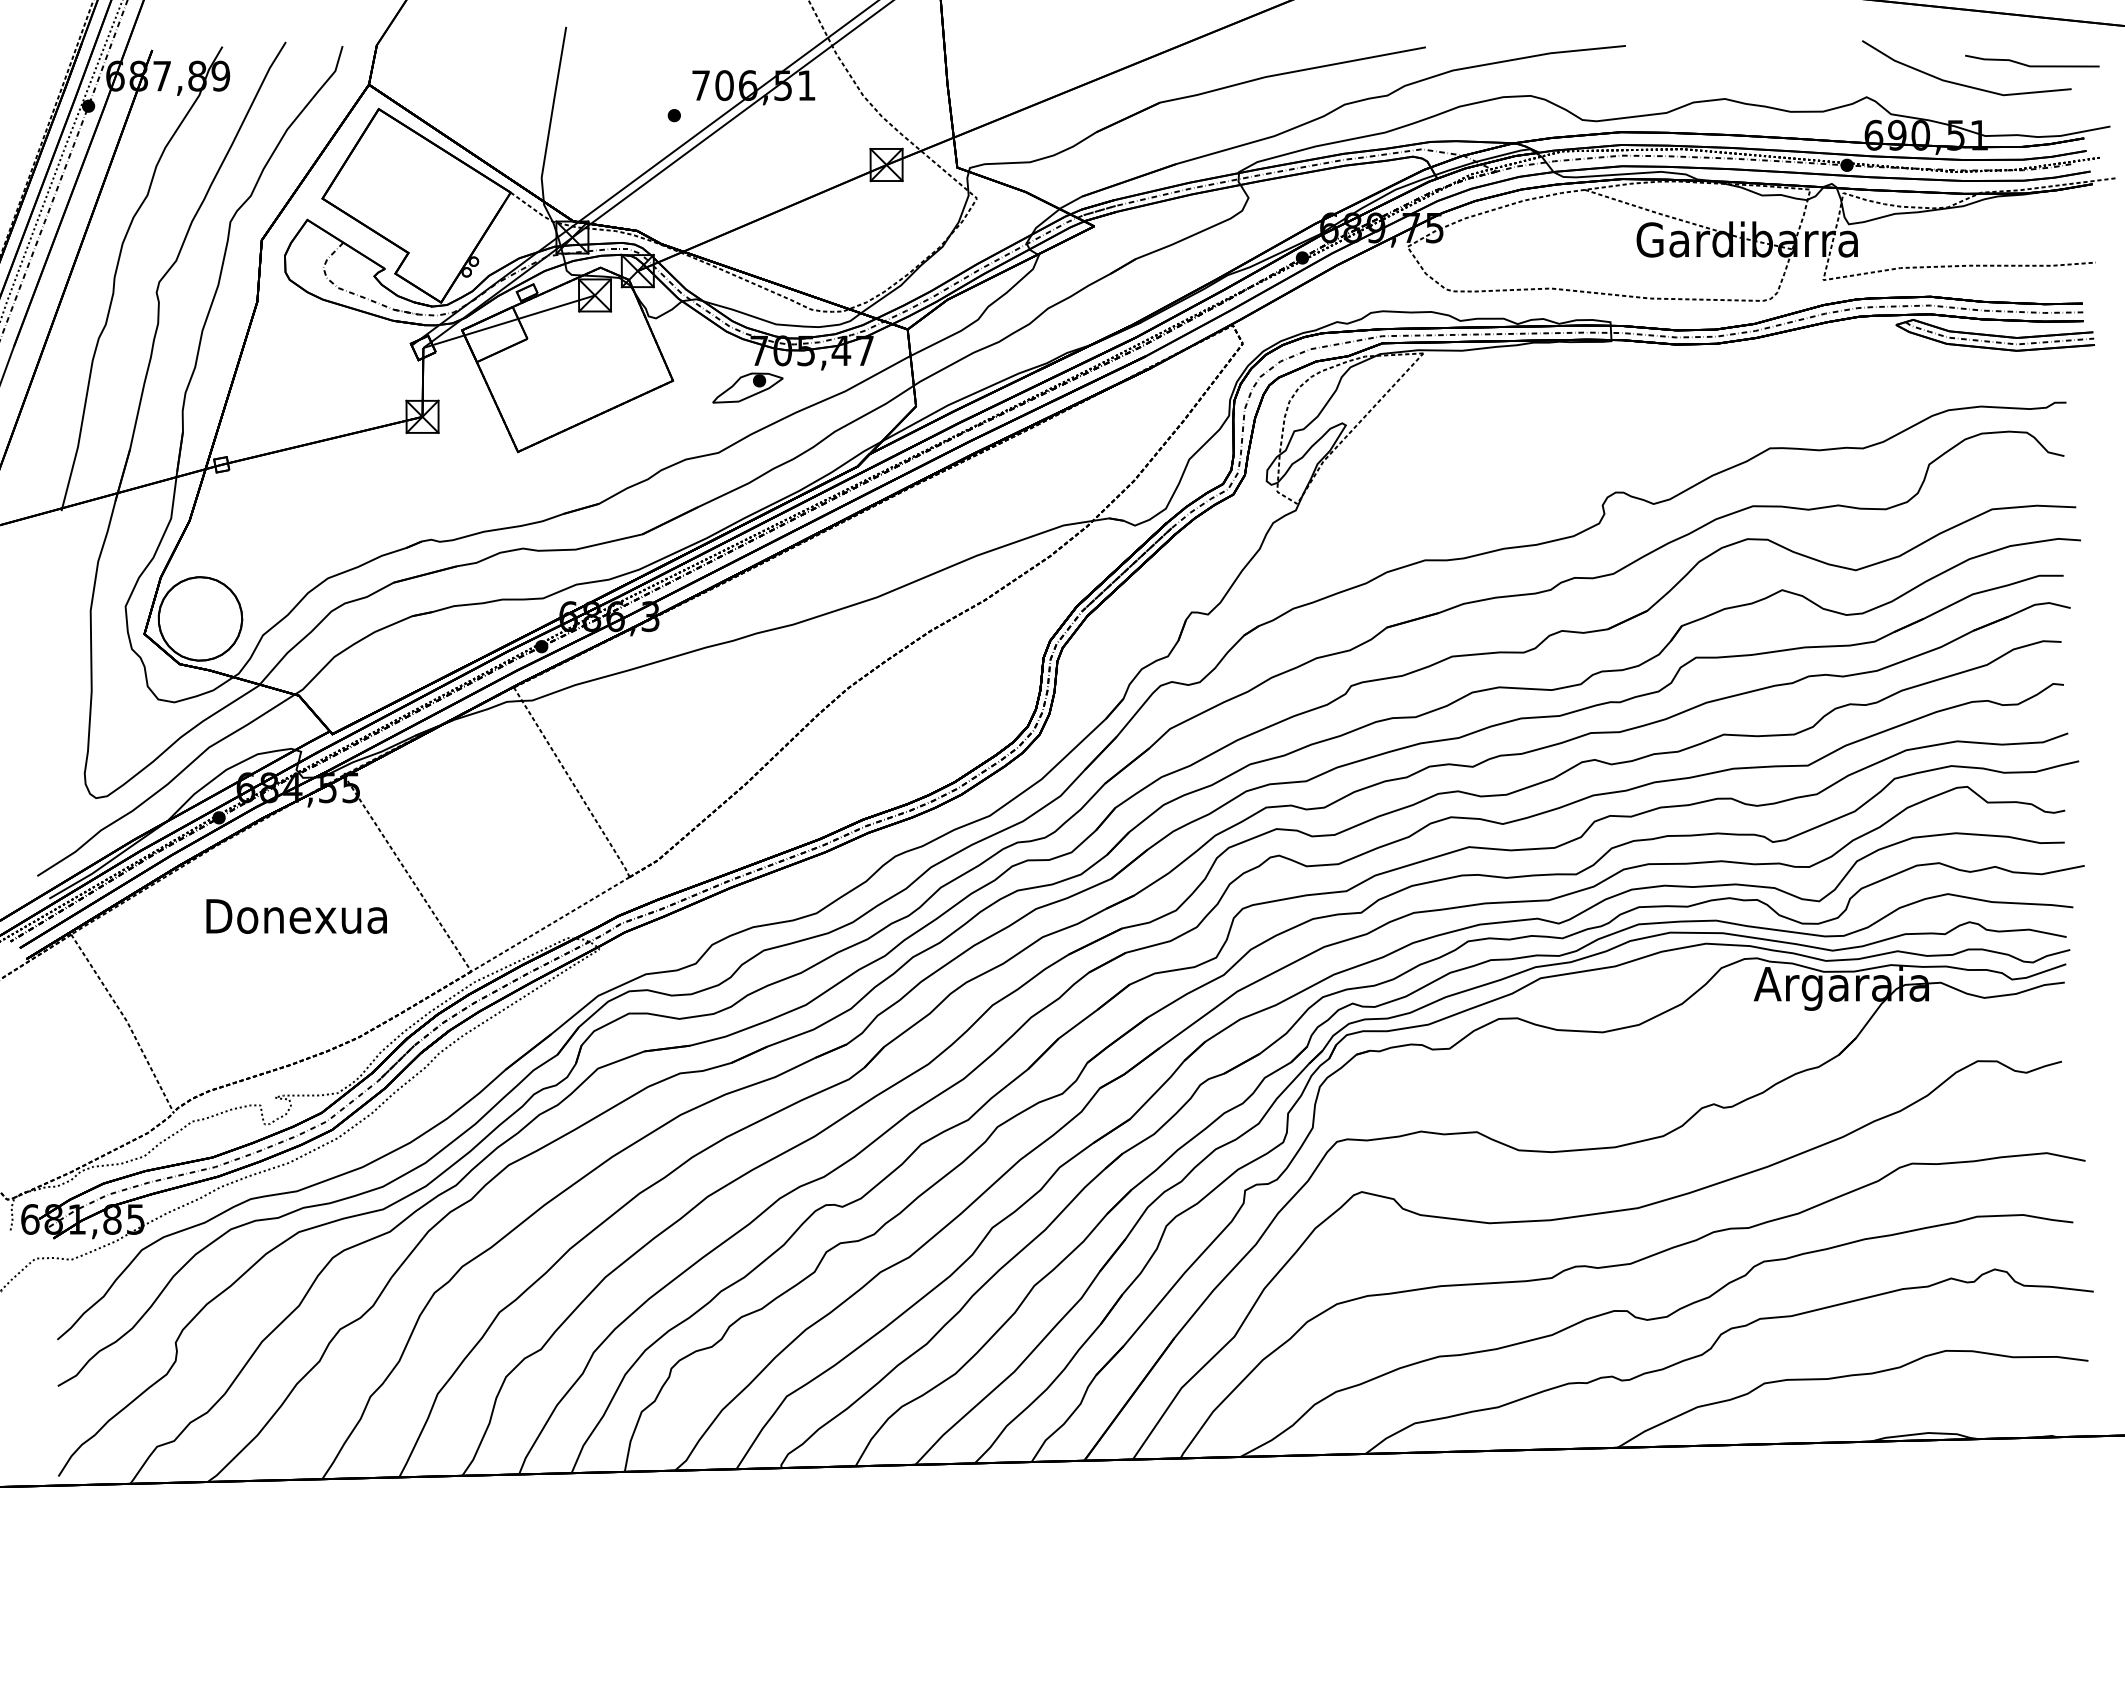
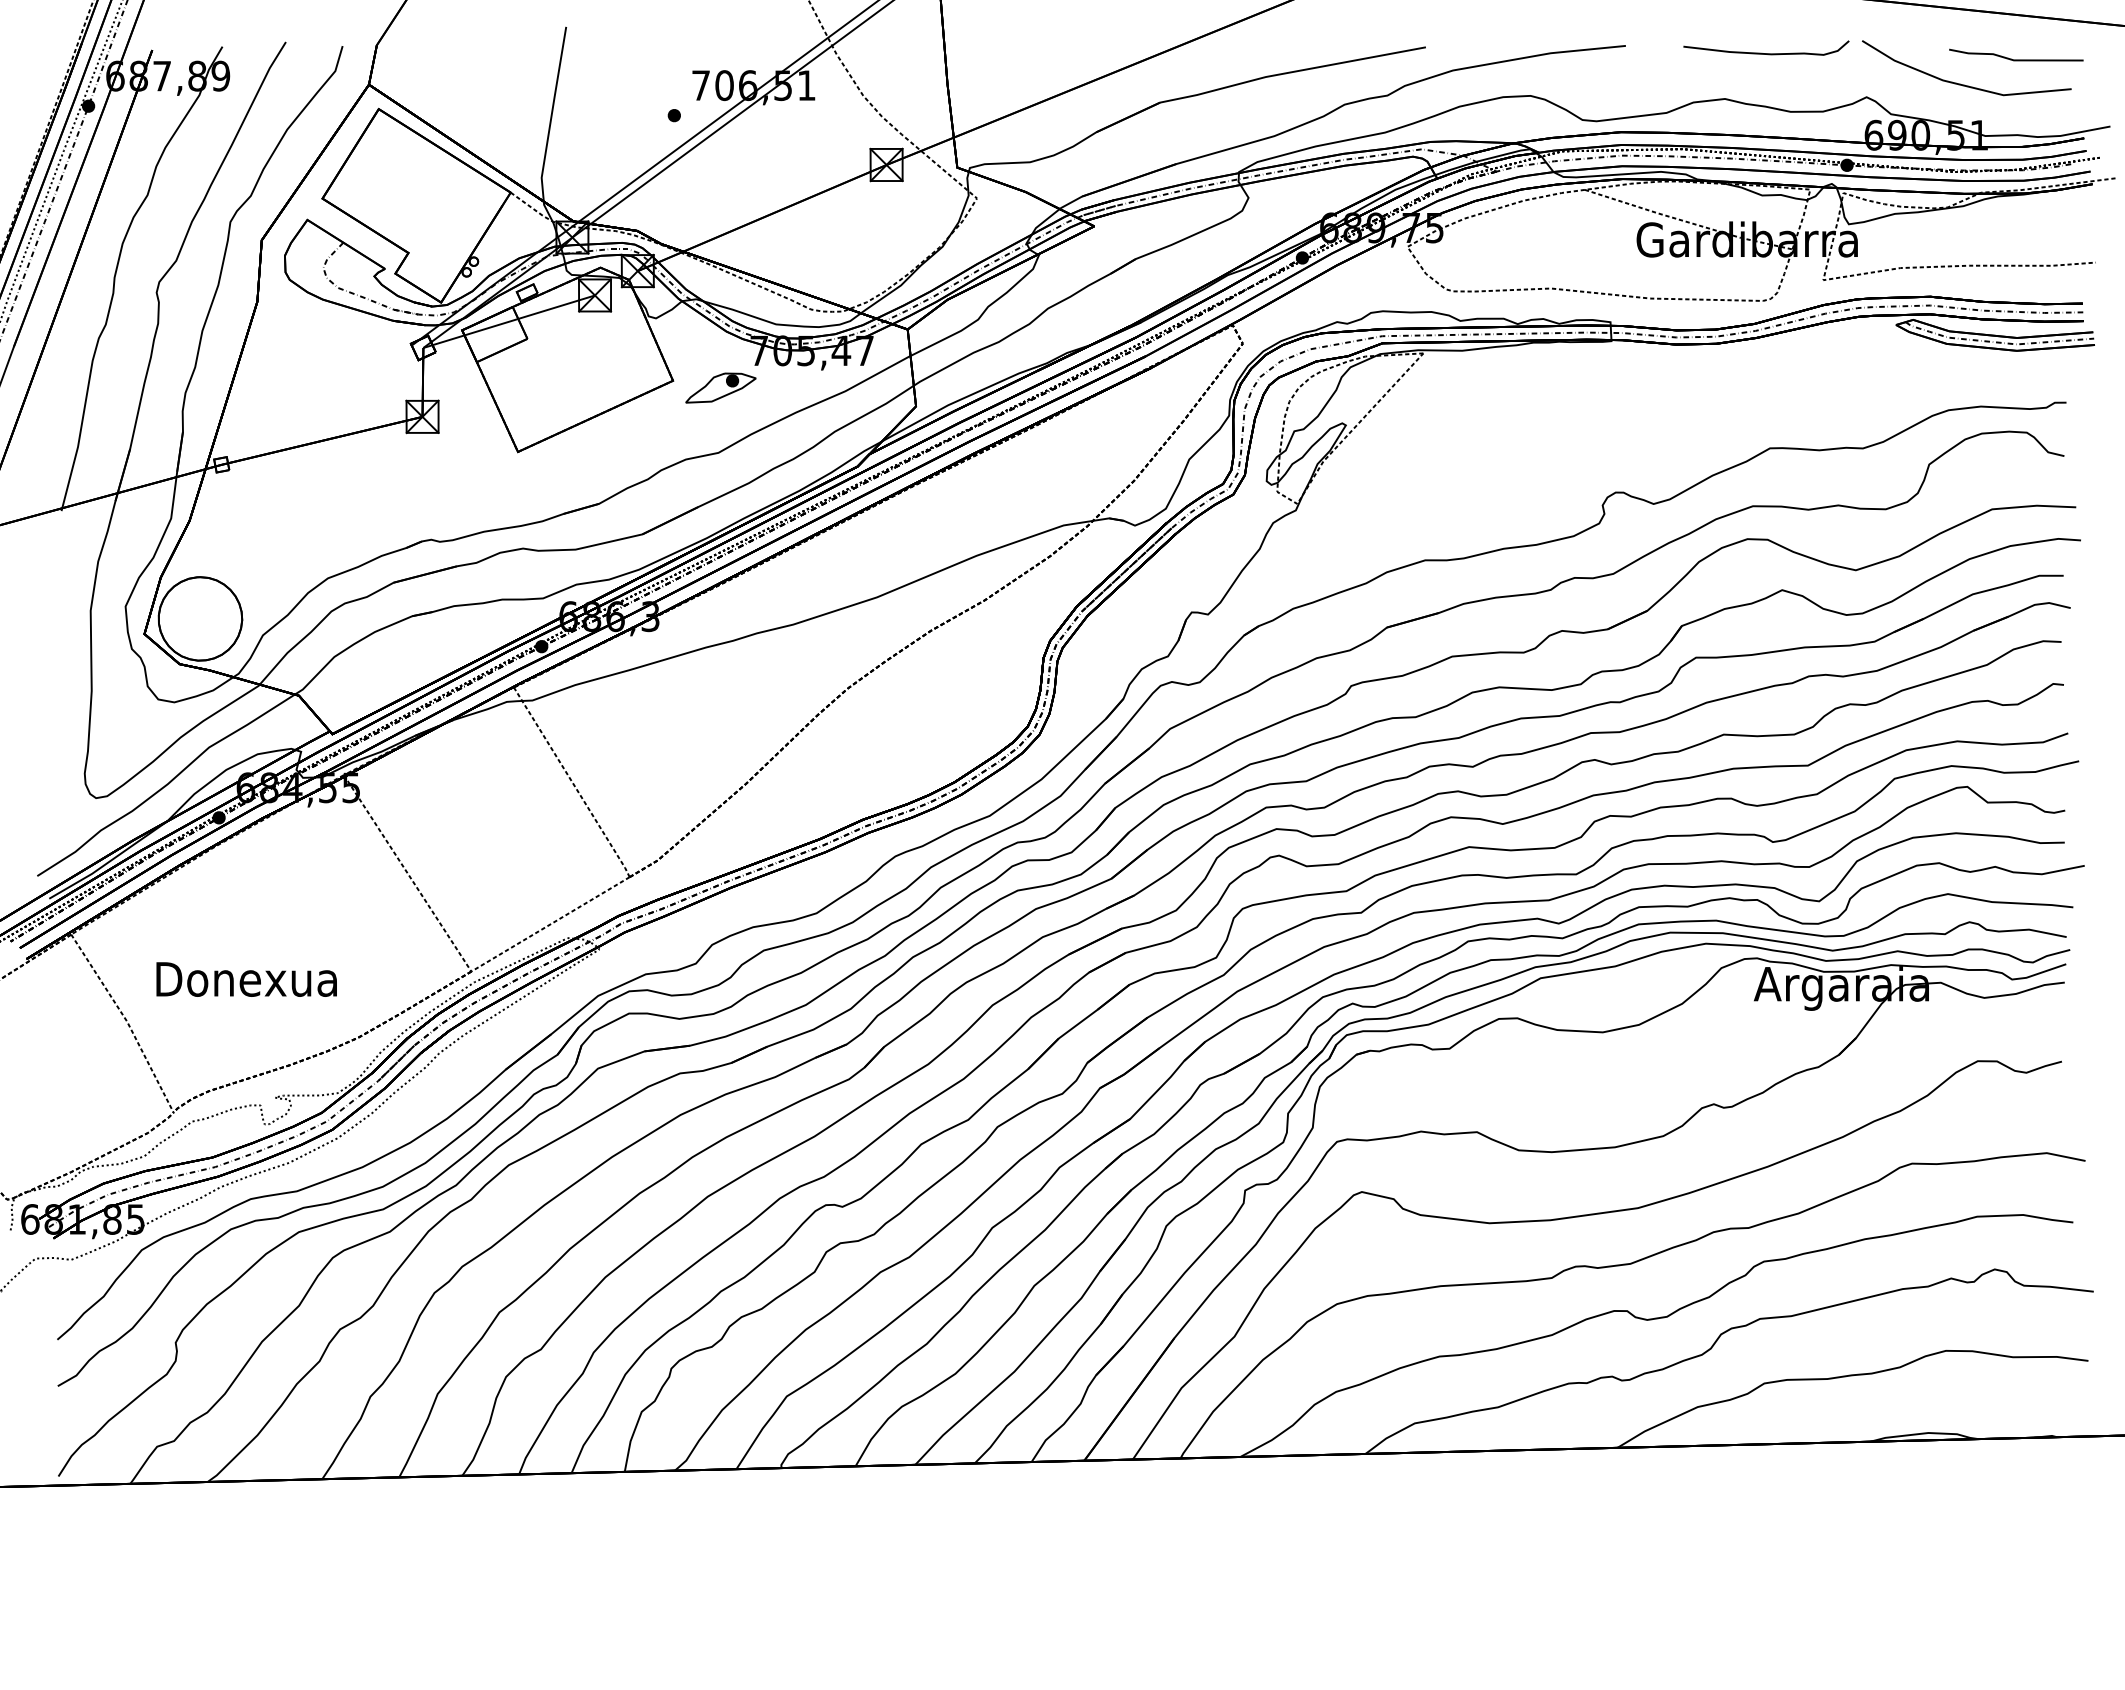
curve at (1766, 53): none -> present
line at (2032, 65) position: (2032, 65) -> (2016, 59)
part at (747, 387) position: (747, 387) -> (720, 387)
text at (296, 916) position: (296, 916) -> (246, 979)
